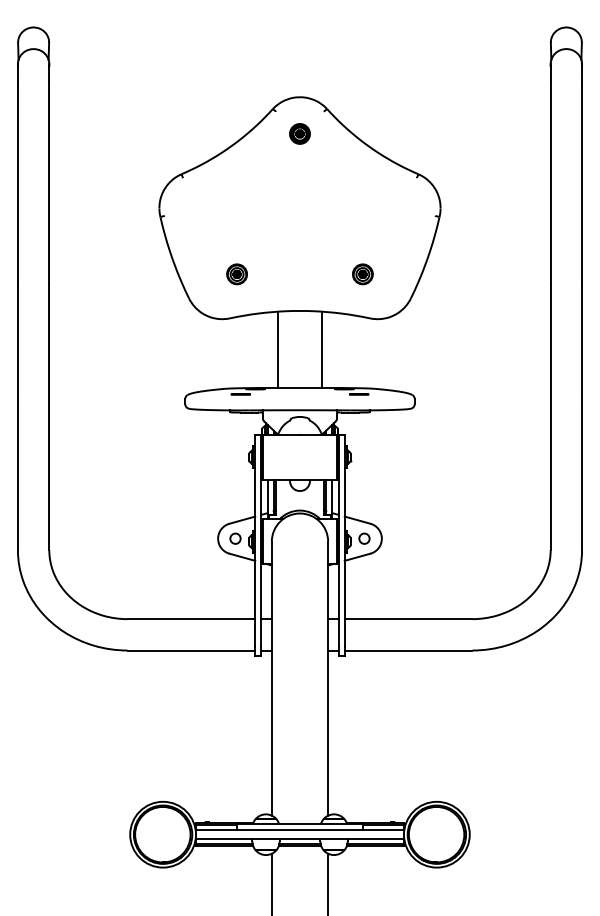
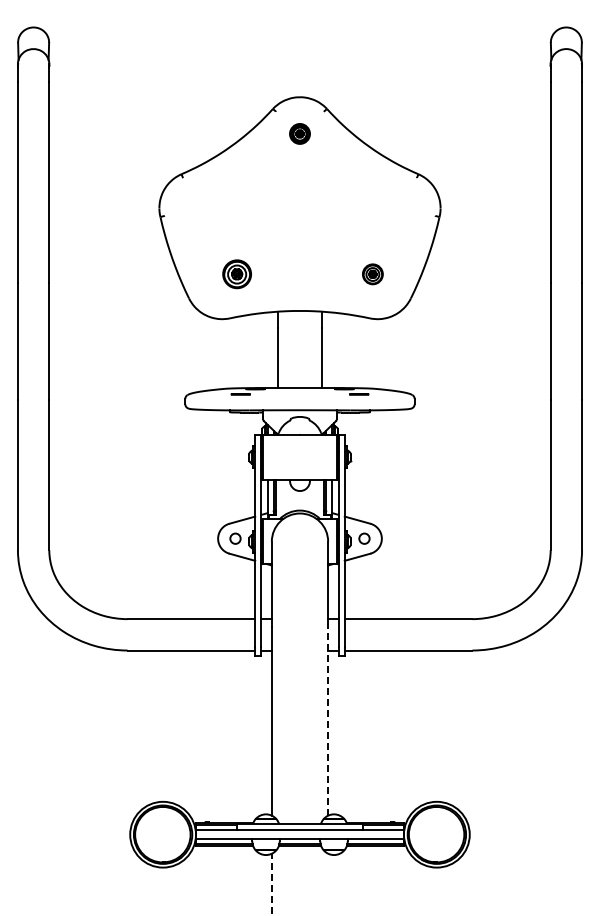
part at (236, 274) size: 22x23 px -> 30x31 px
part at (362, 274) position: (362, 274) -> (372, 274)
line at (328, 721): solid -> dashed
line at (328, 882): present -> none
line at (271, 884): solid -> dashed
